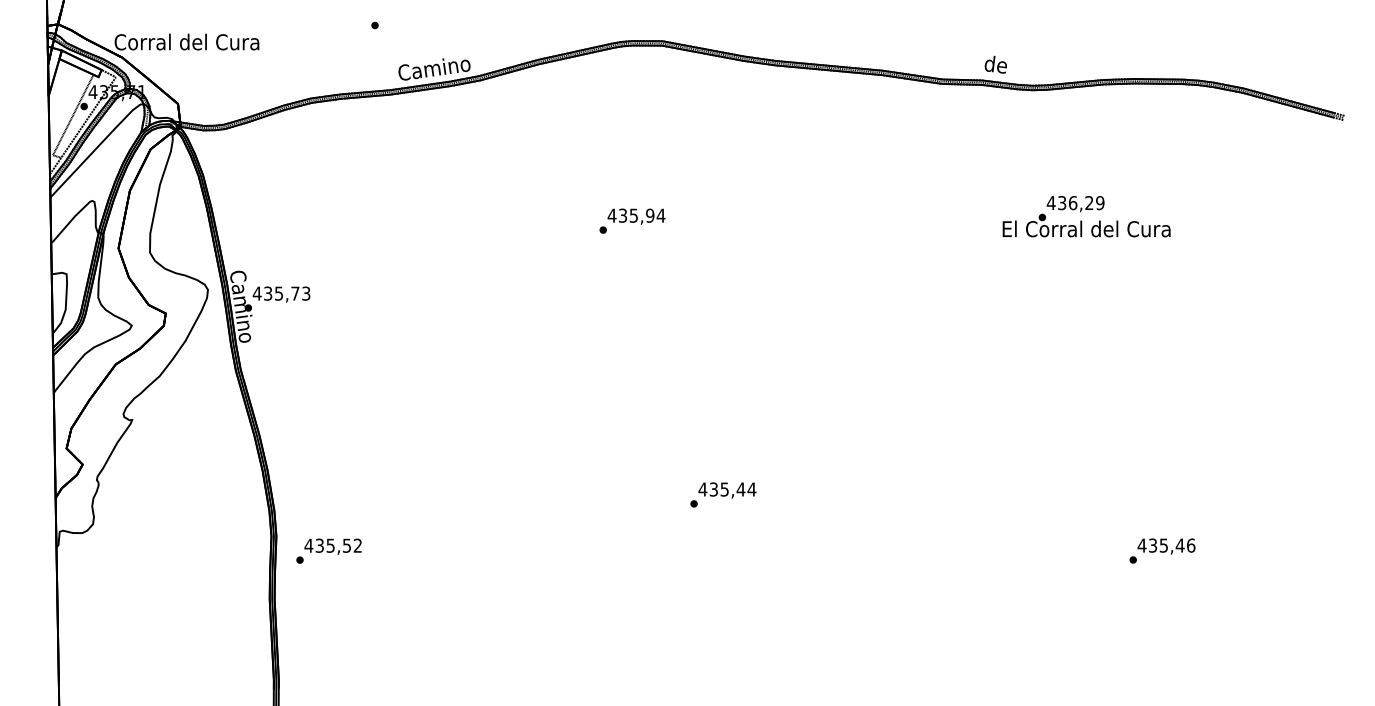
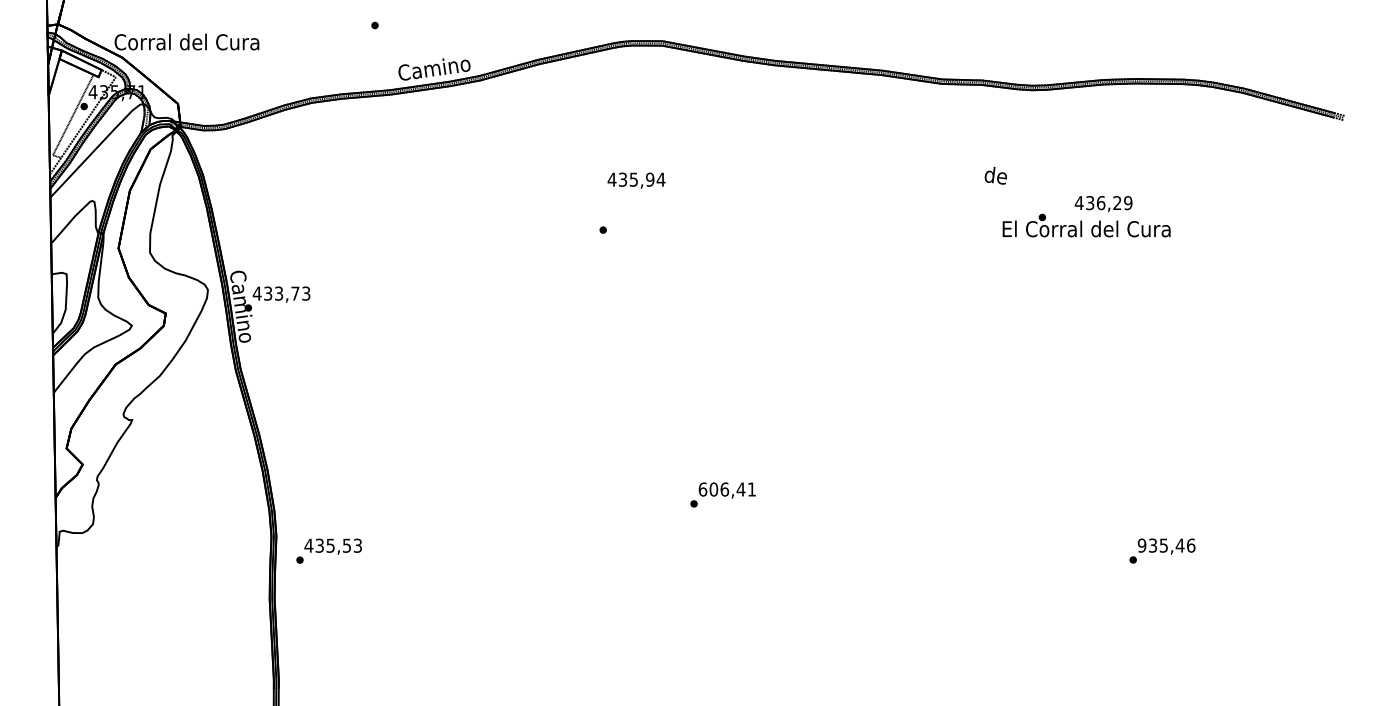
text at (995, 64) position: (995, 64) -> (995, 175)
text at (1075, 204) position: (1075, 204) -> (1103, 204)
text at (636, 216) position: (636, 216) -> (636, 180)
text at (279, 292): 435,73 -> 433,73
text at (727, 489): 435,44 -> 606,41
text at (357, 545): 435,52 -> 435,53
text at (1141, 545): 435,46 -> 935,46
